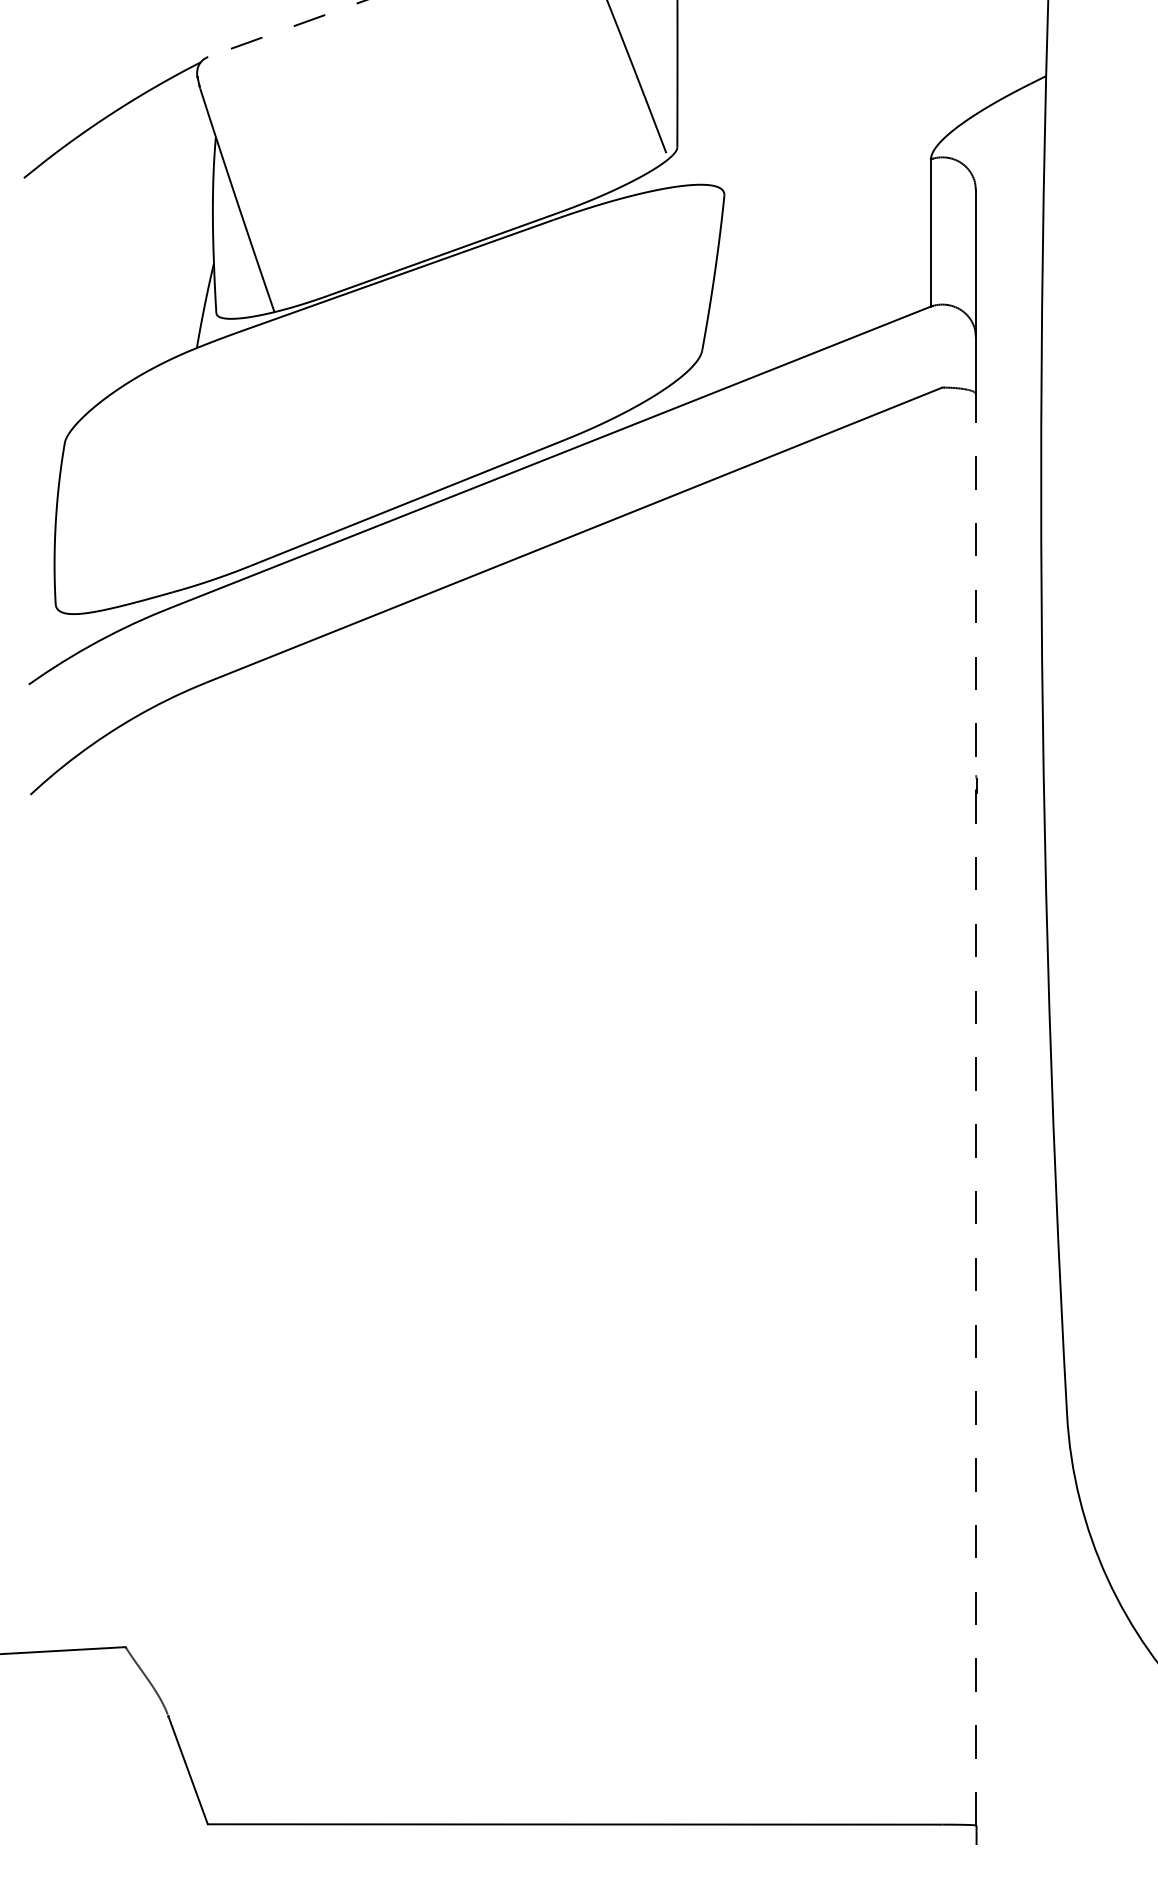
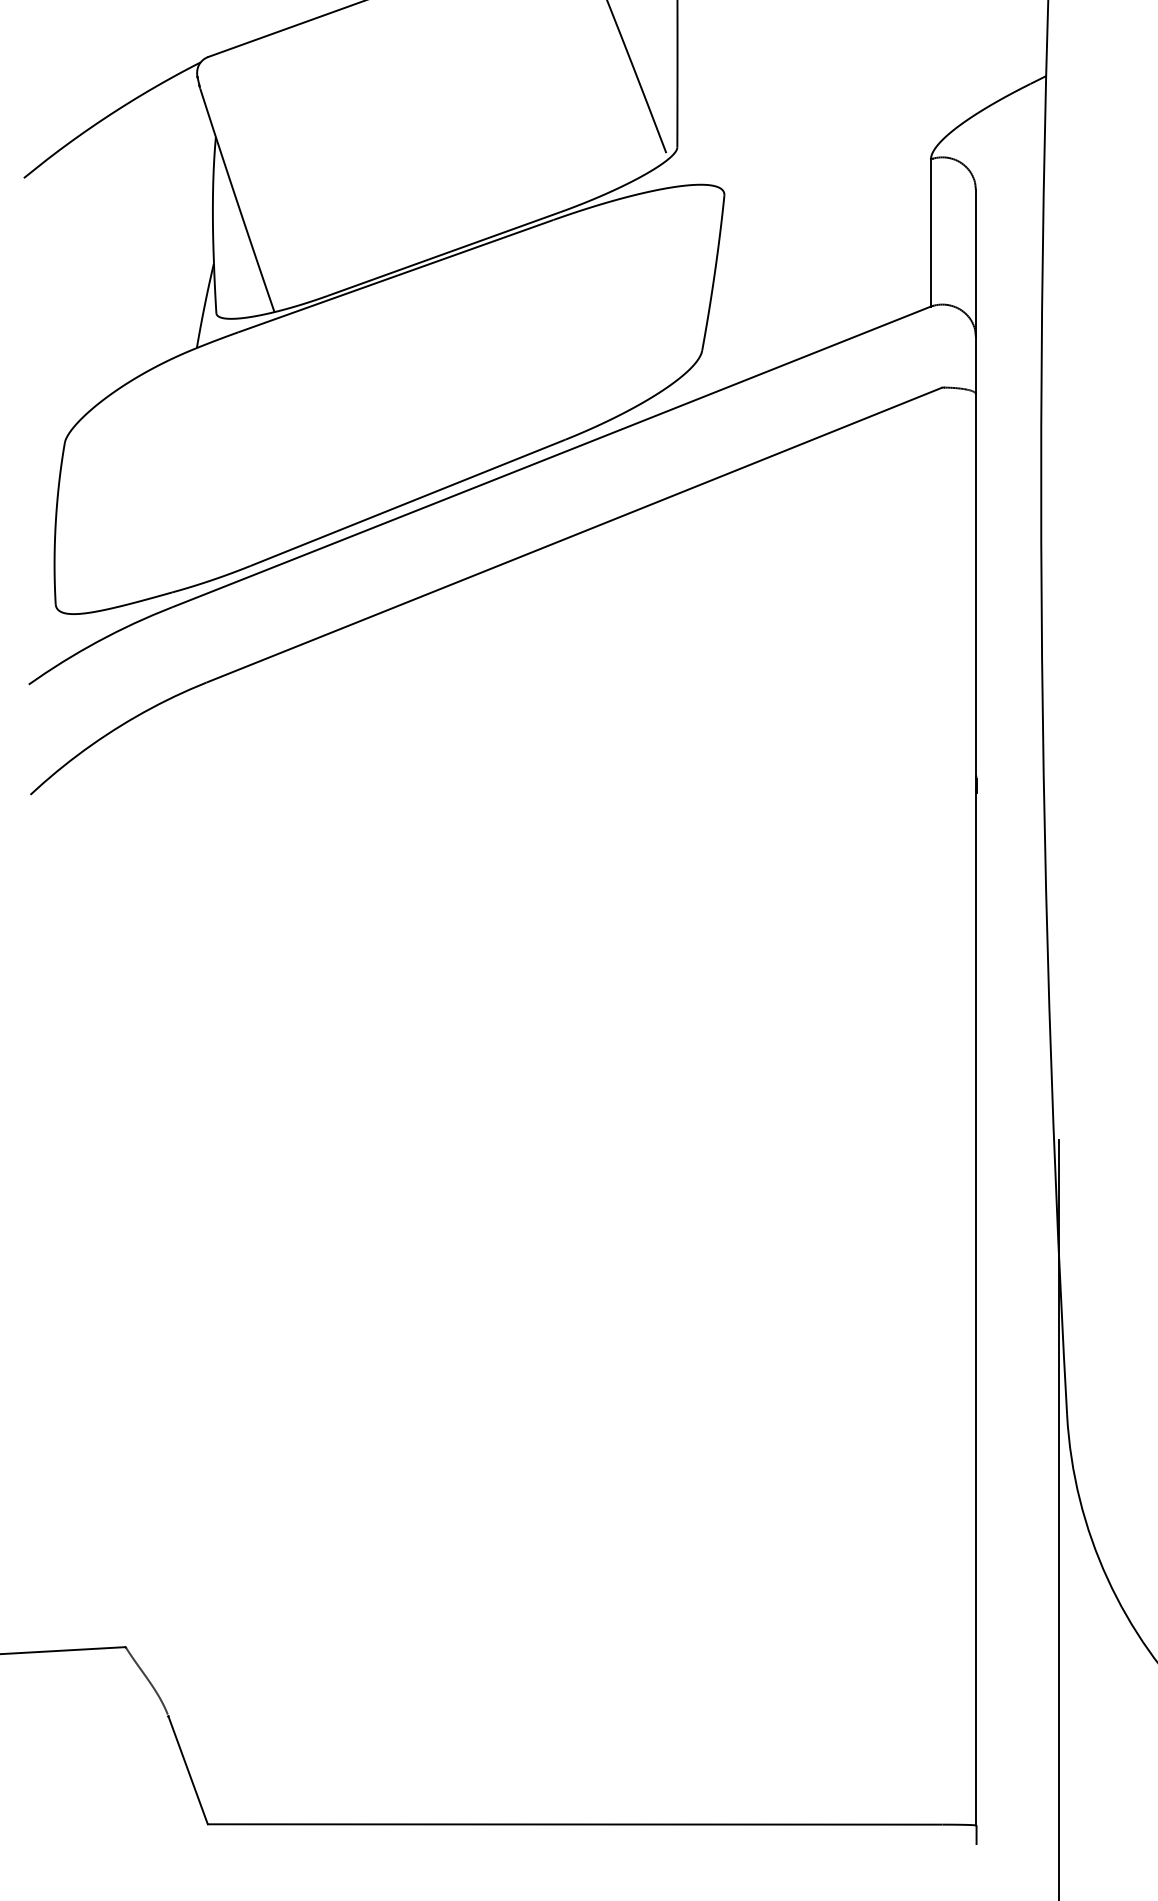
line at (287, 28): dashed -> solid
line at (975, 1109): dashed -> solid
line at (1059, 1518): none -> present
